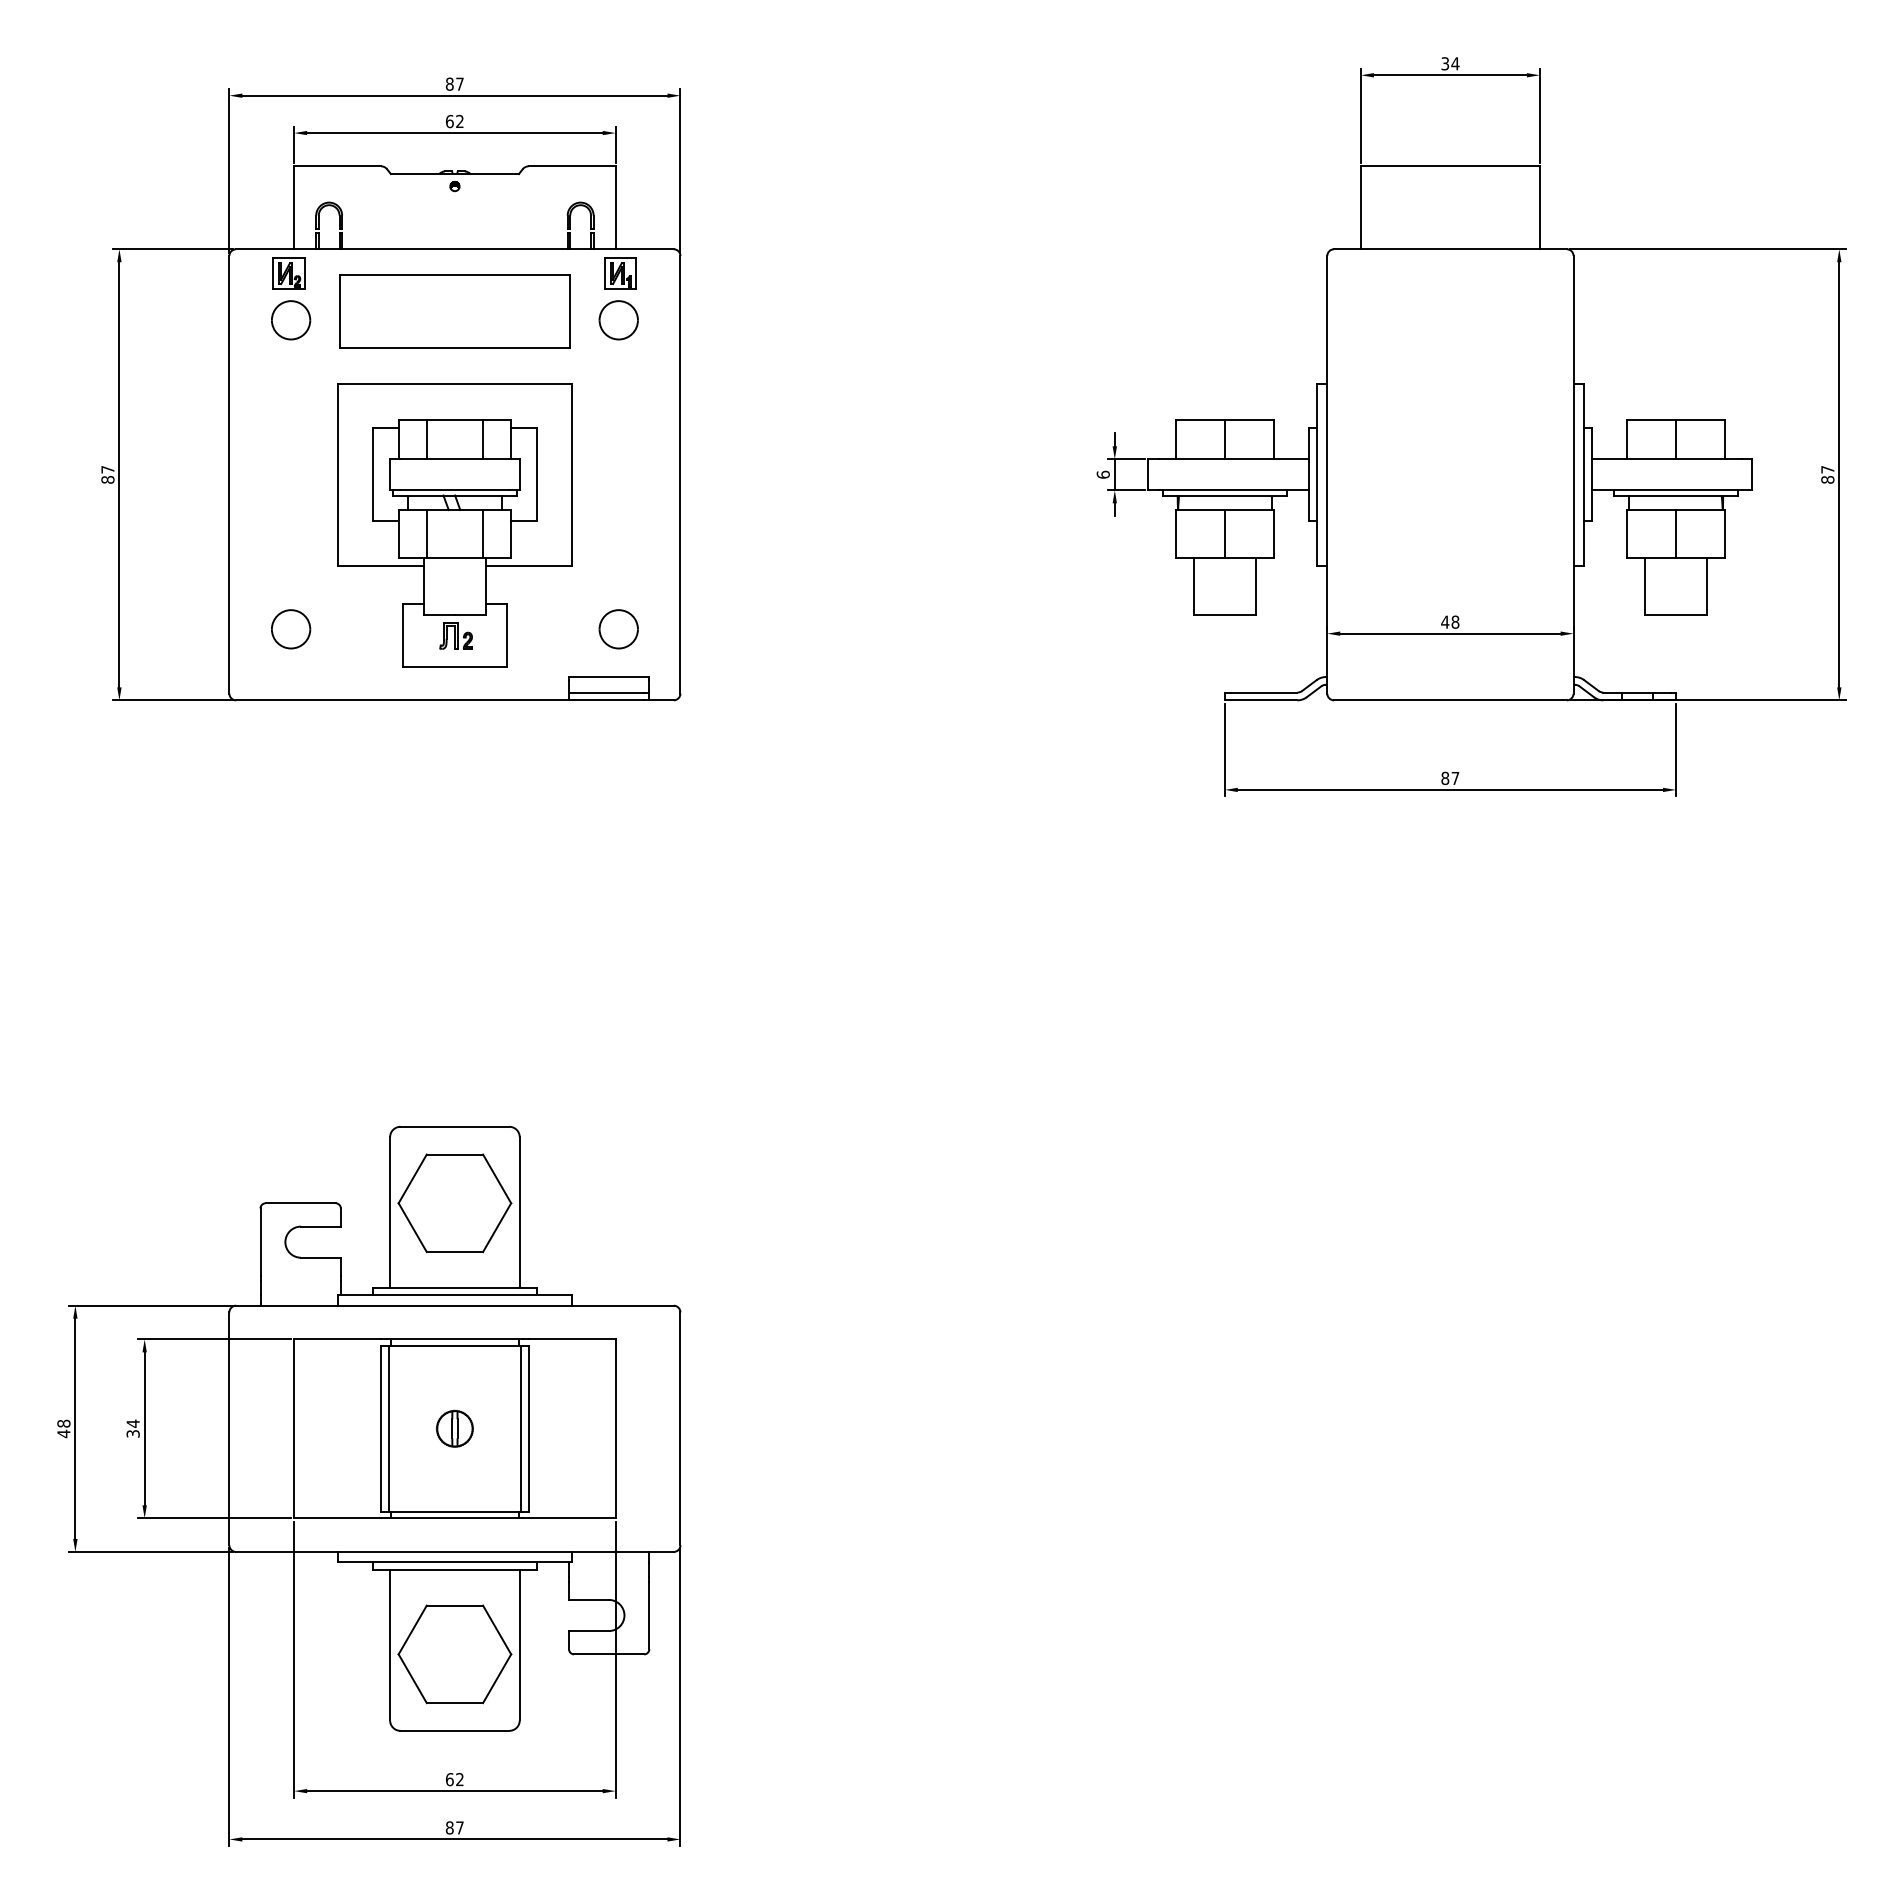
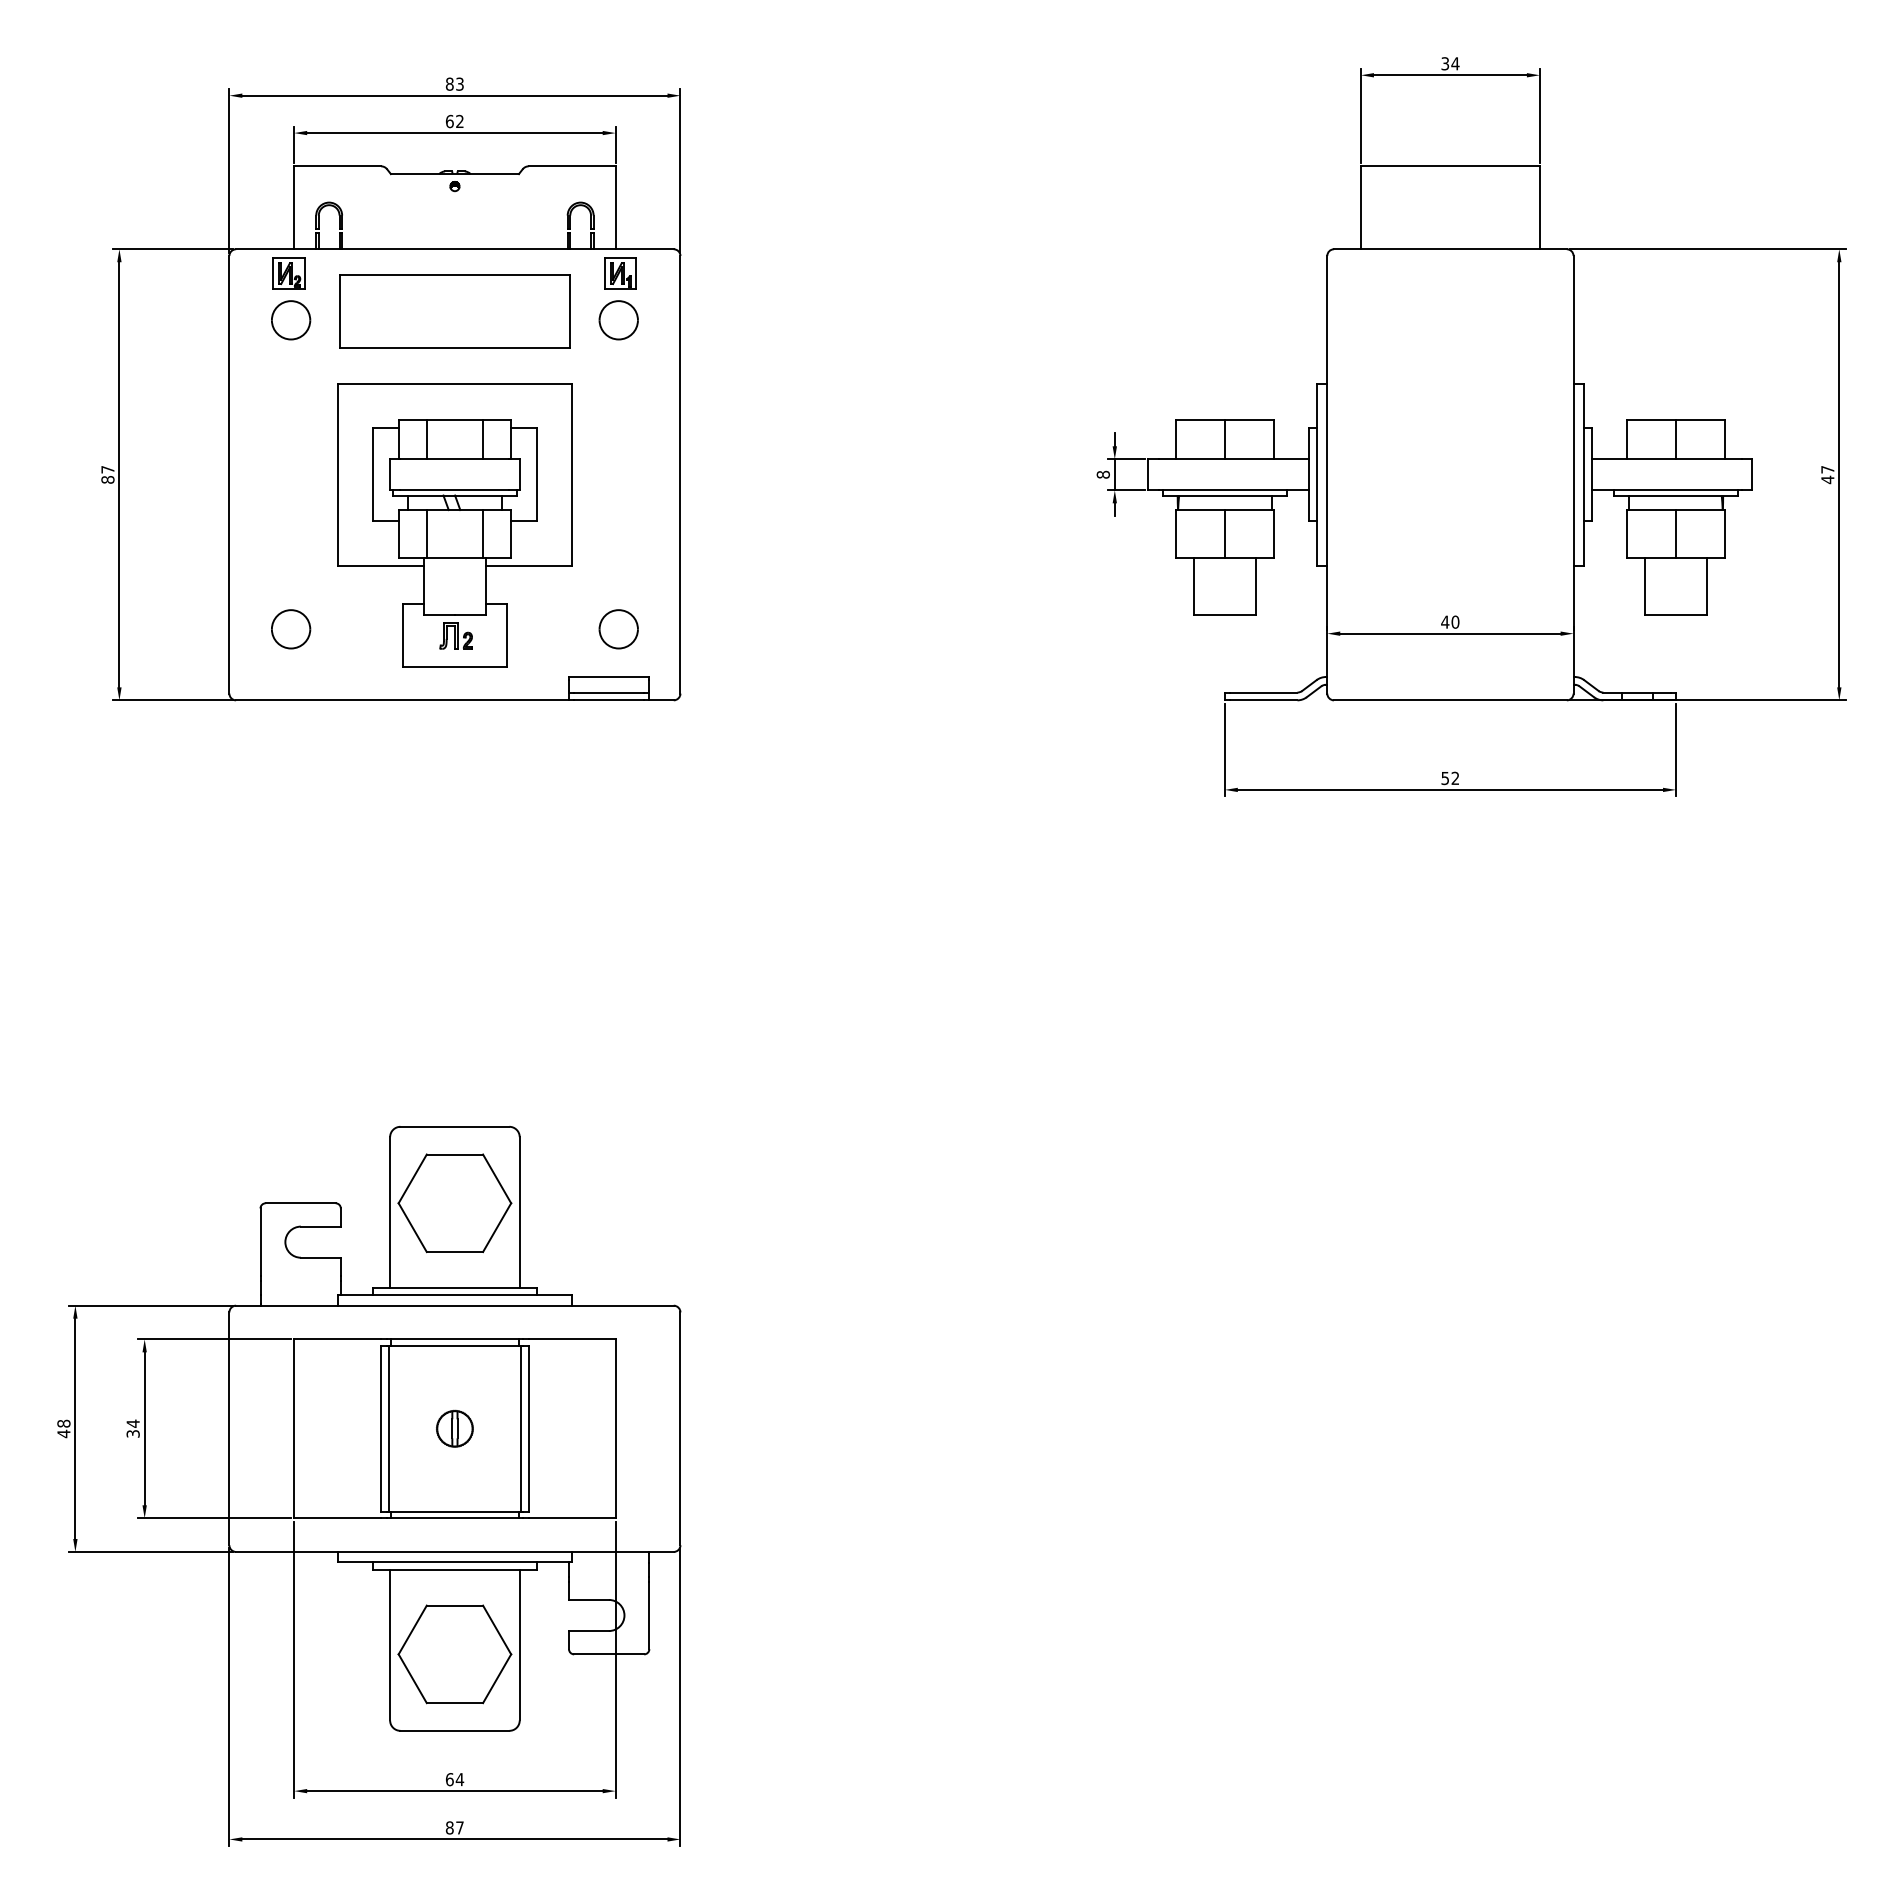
text at (459, 83): 87 -> 83
text at (1102, 474): 6 -> 8
text at (1827, 479): 87 -> 47
text at (1455, 622): 48 -> 40
text at (1450, 777): 87 -> 52
text at (459, 1779): 62 -> 64
